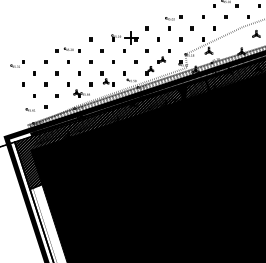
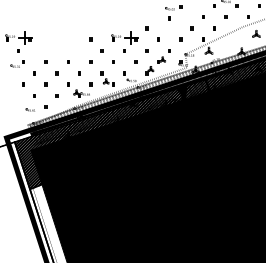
part at (173, 22) position: (173, 22) -> (173, 12)
part at (18, 41): none -> present
part at (67, 49): present -> none
